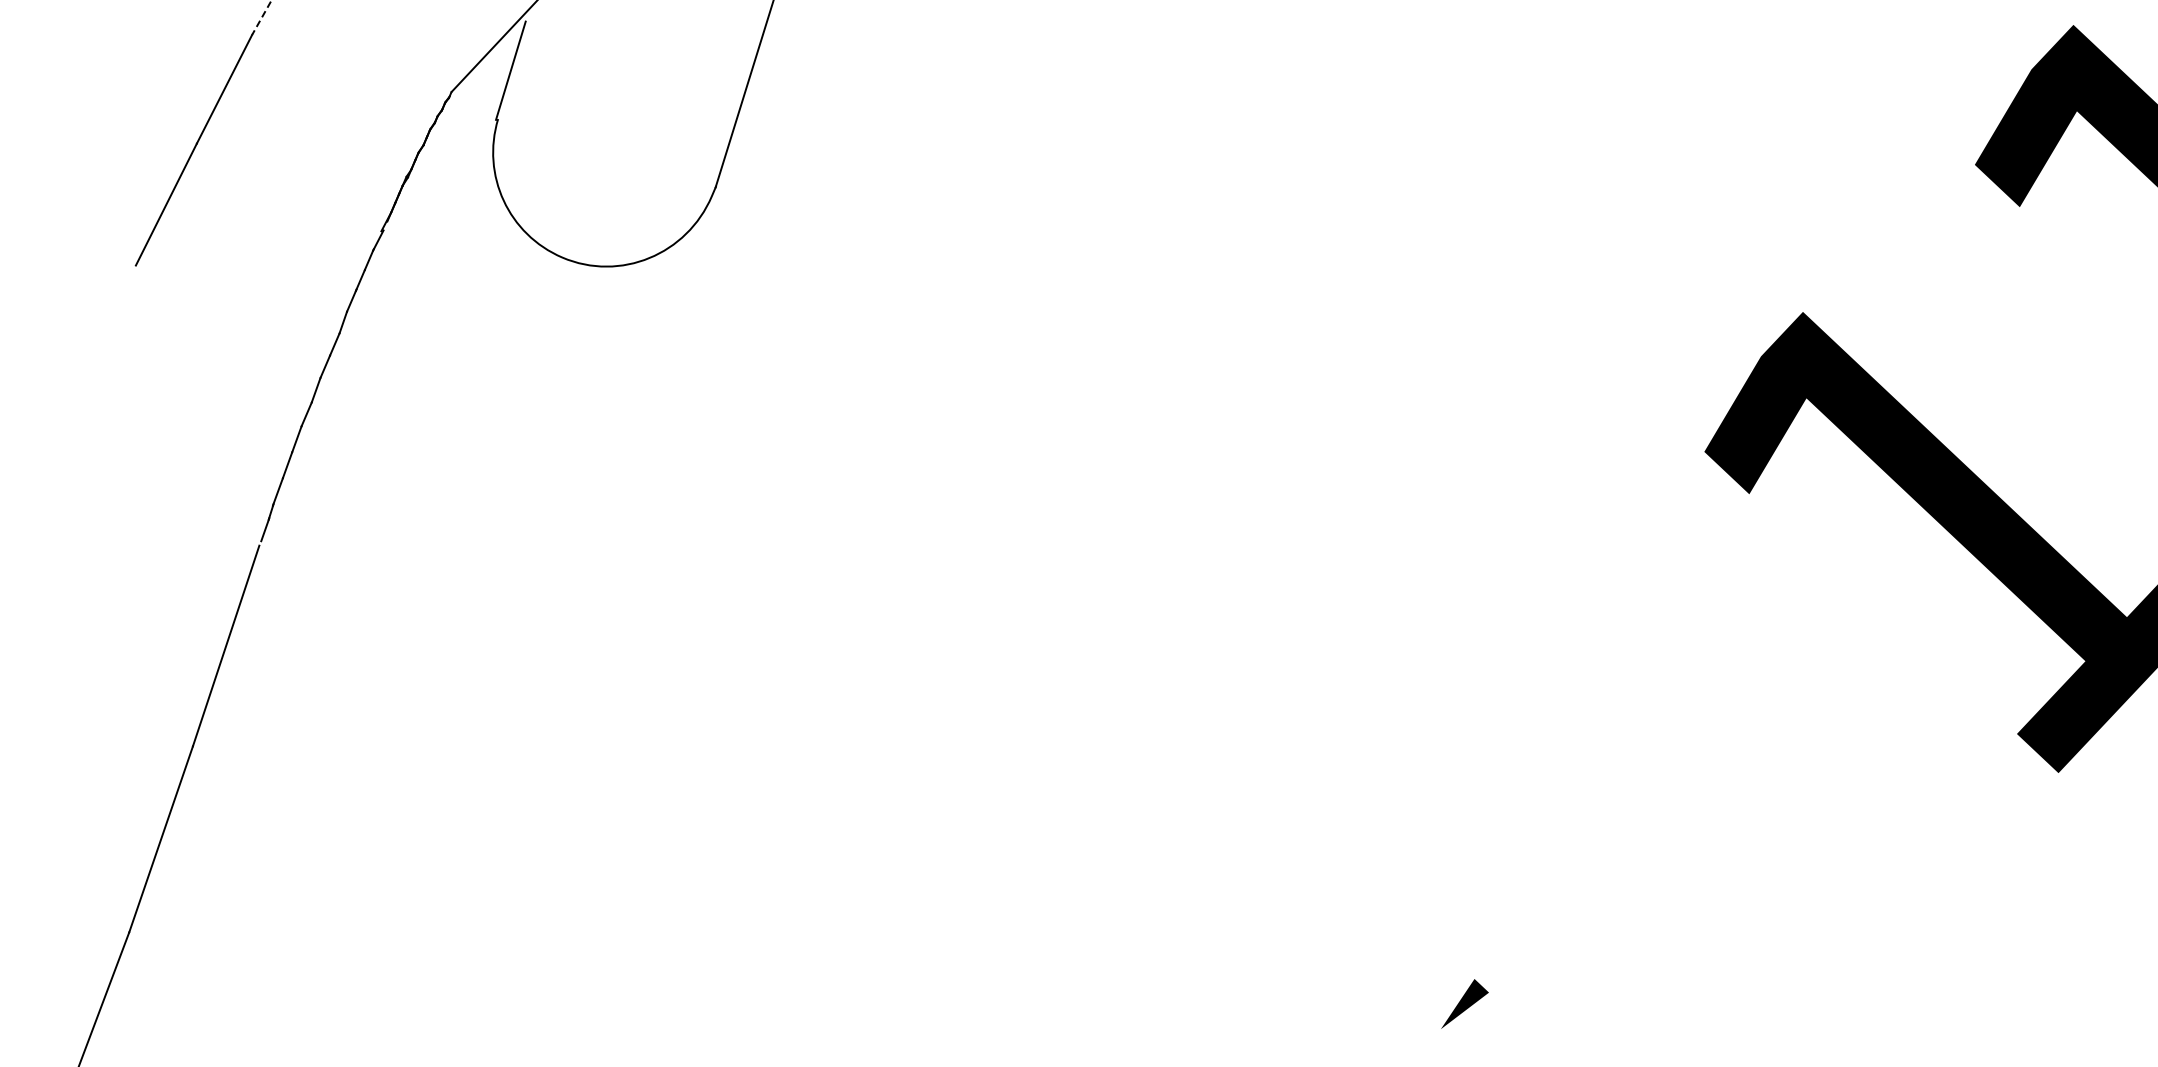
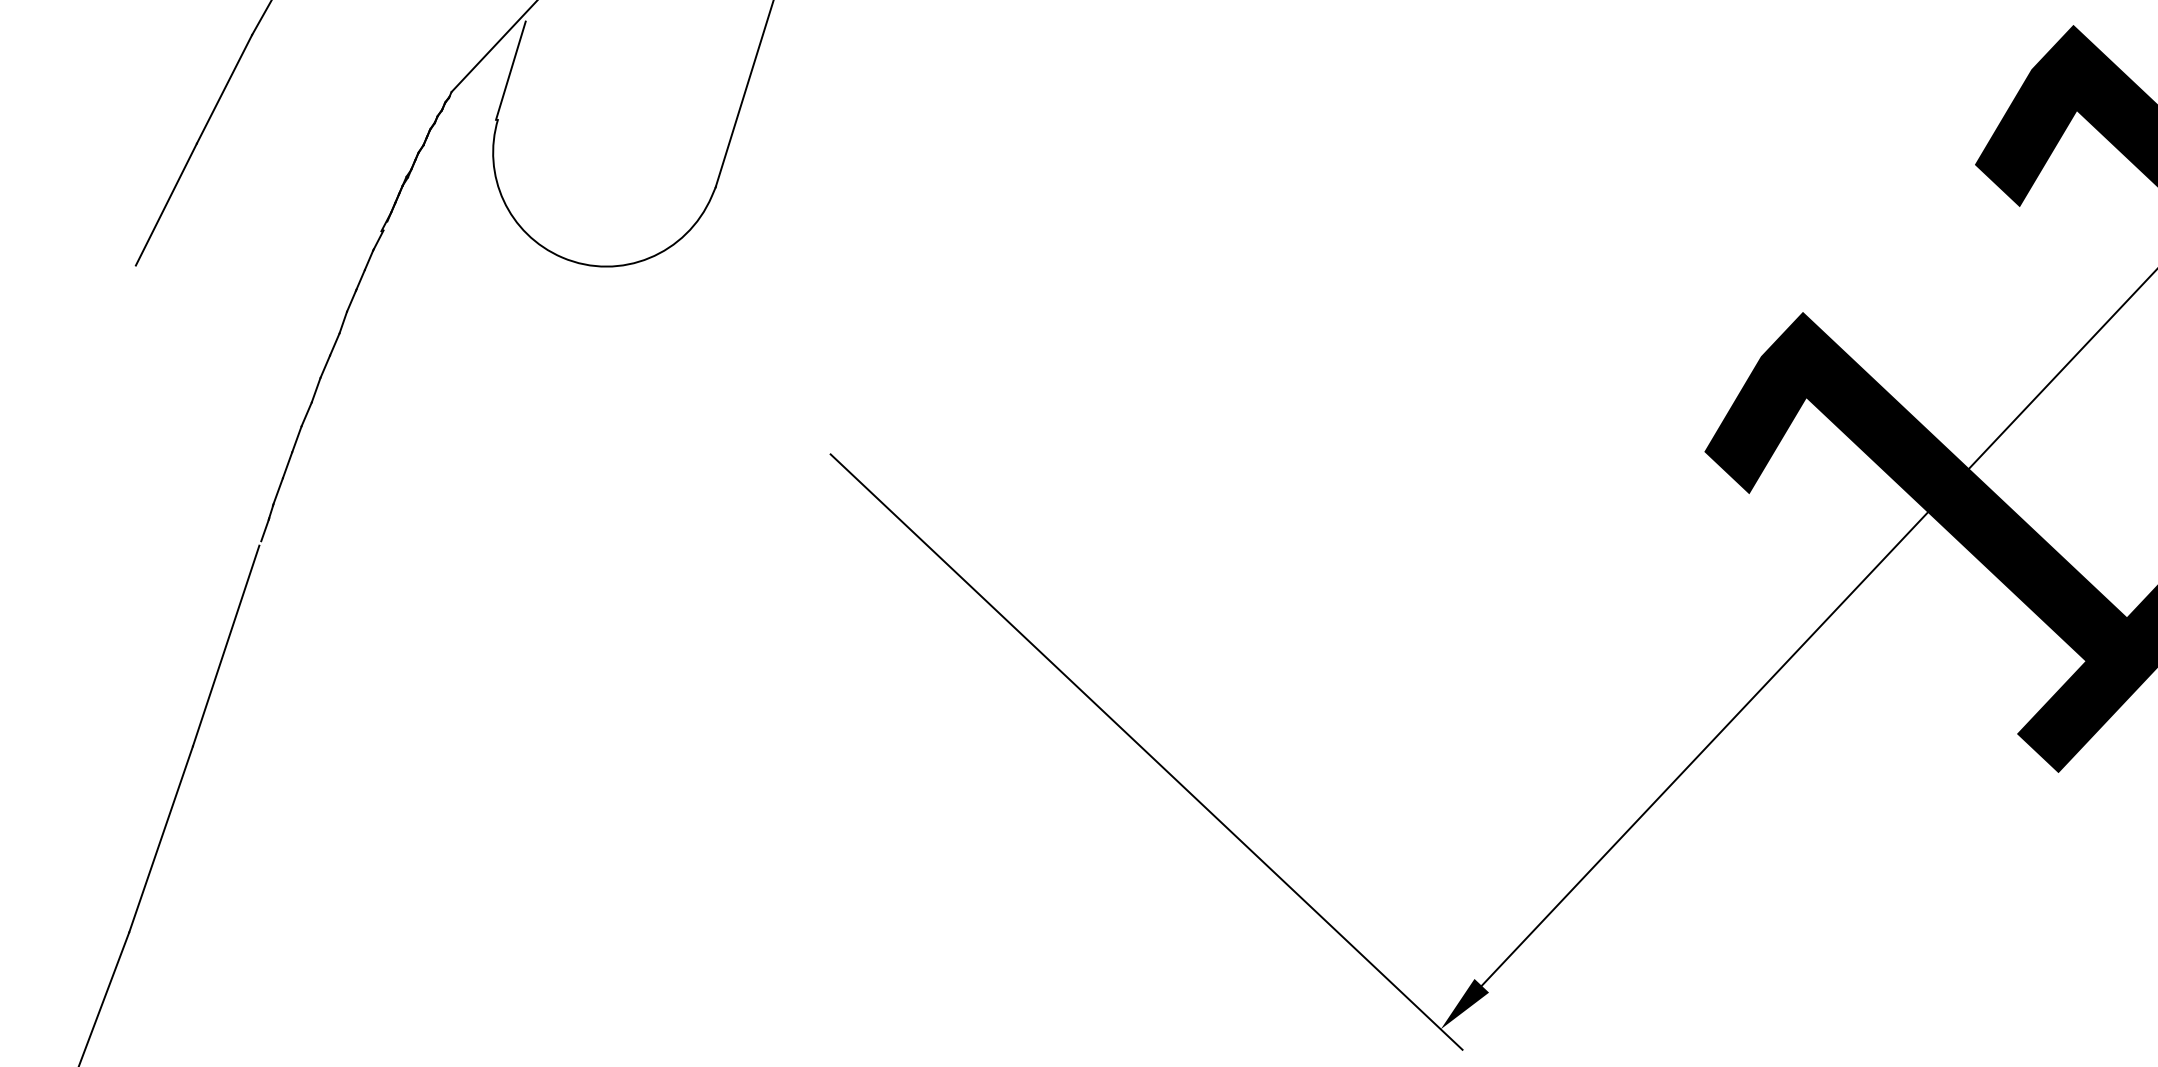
line at (261, 17): dashed -> solid
line at (1817, 628): none -> present
line at (1146, 751): none -> present
